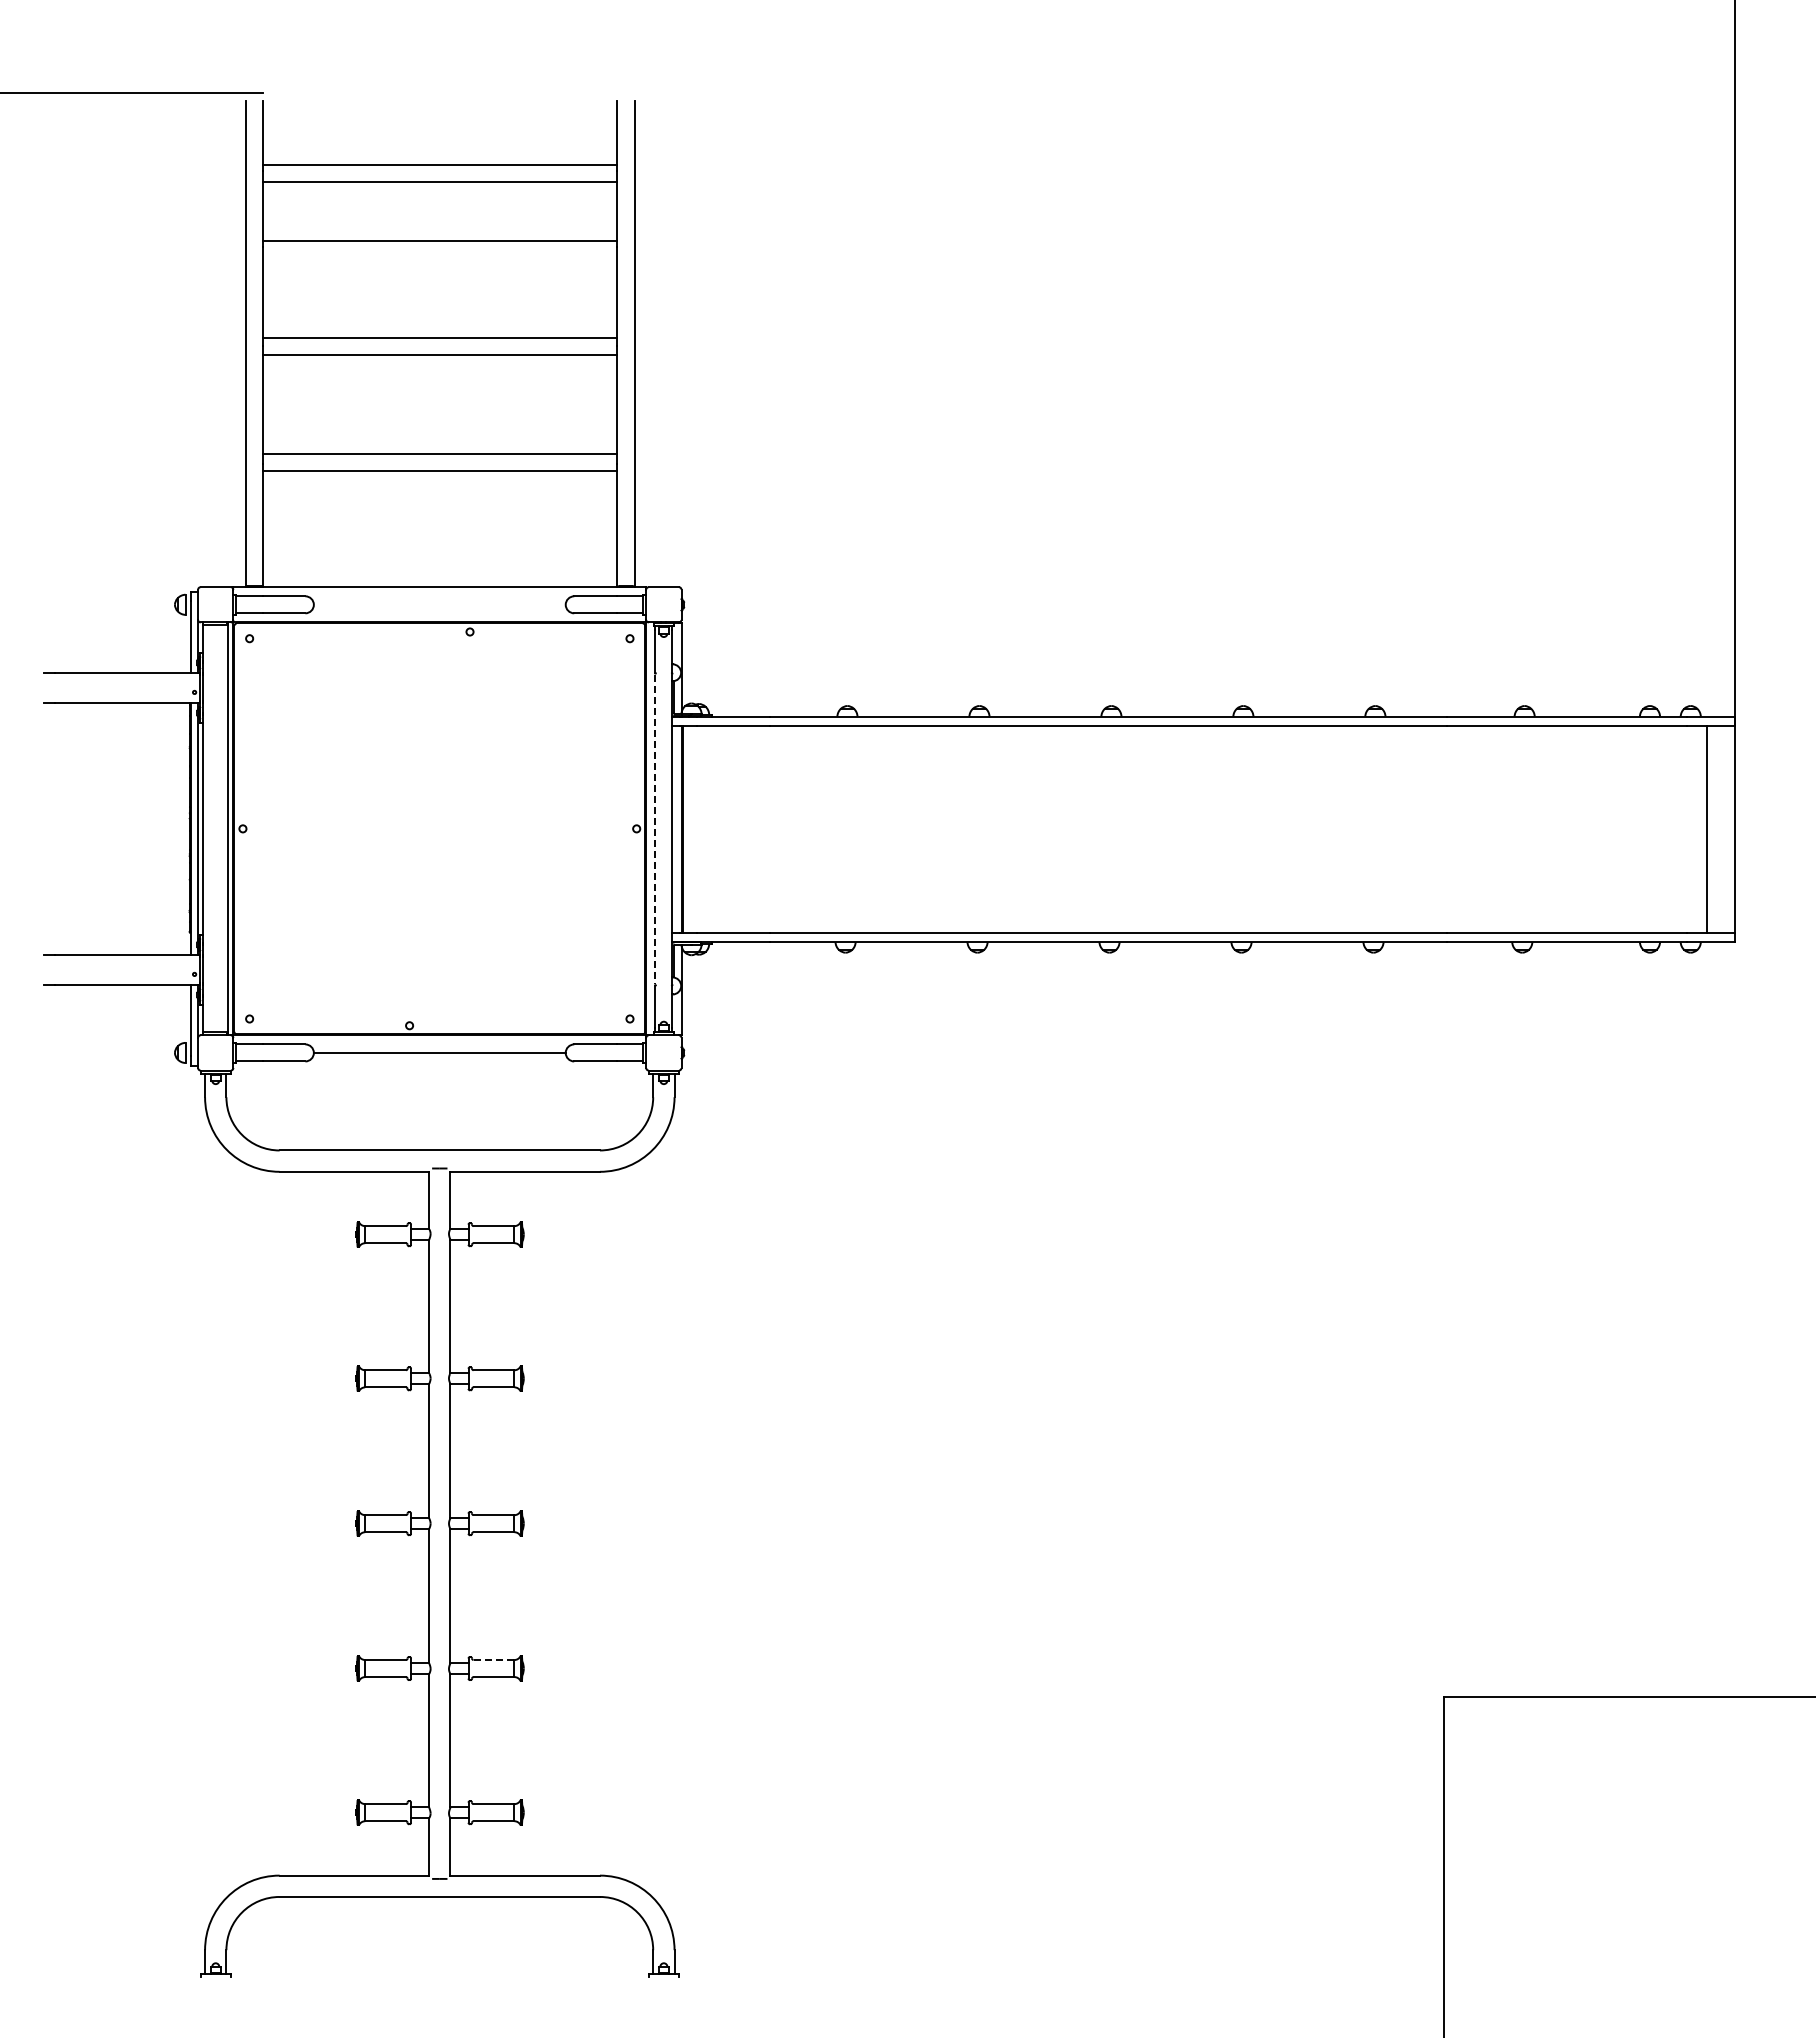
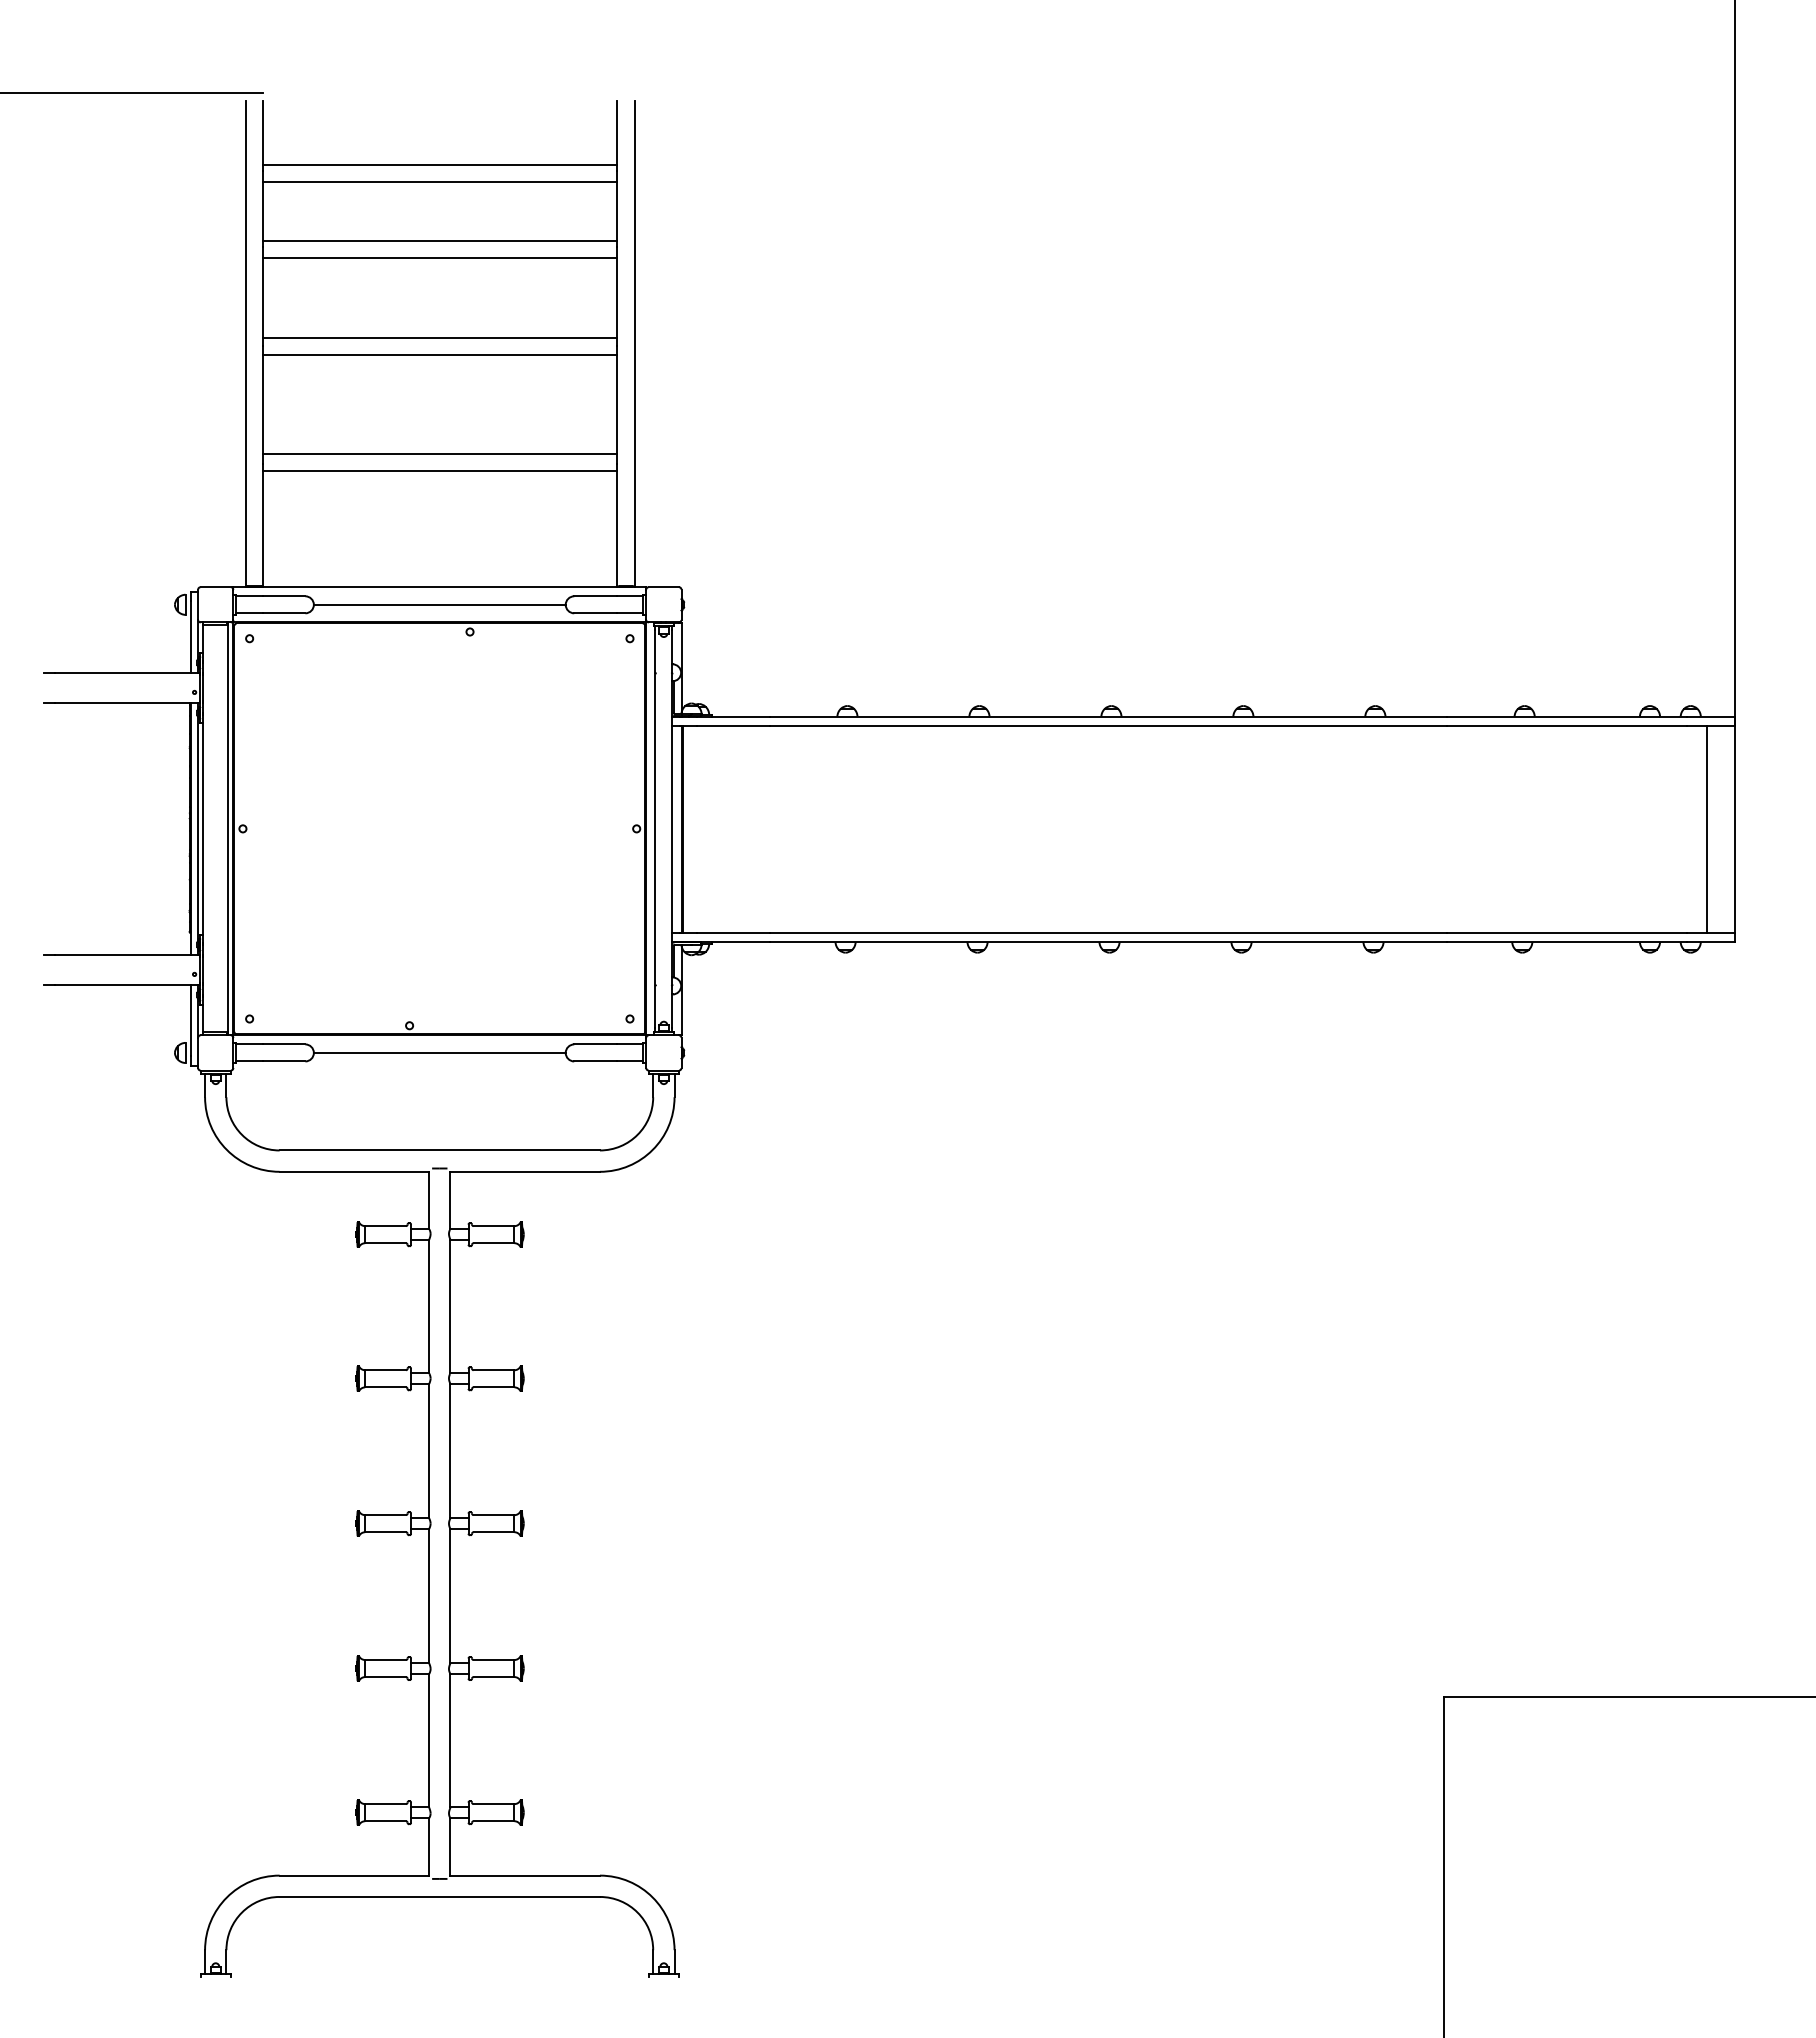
line at (440, 257): none -> present
line at (439, 604): none -> present
line at (655, 829): dashed -> solid
line at (493, 1660): dashed -> solid
